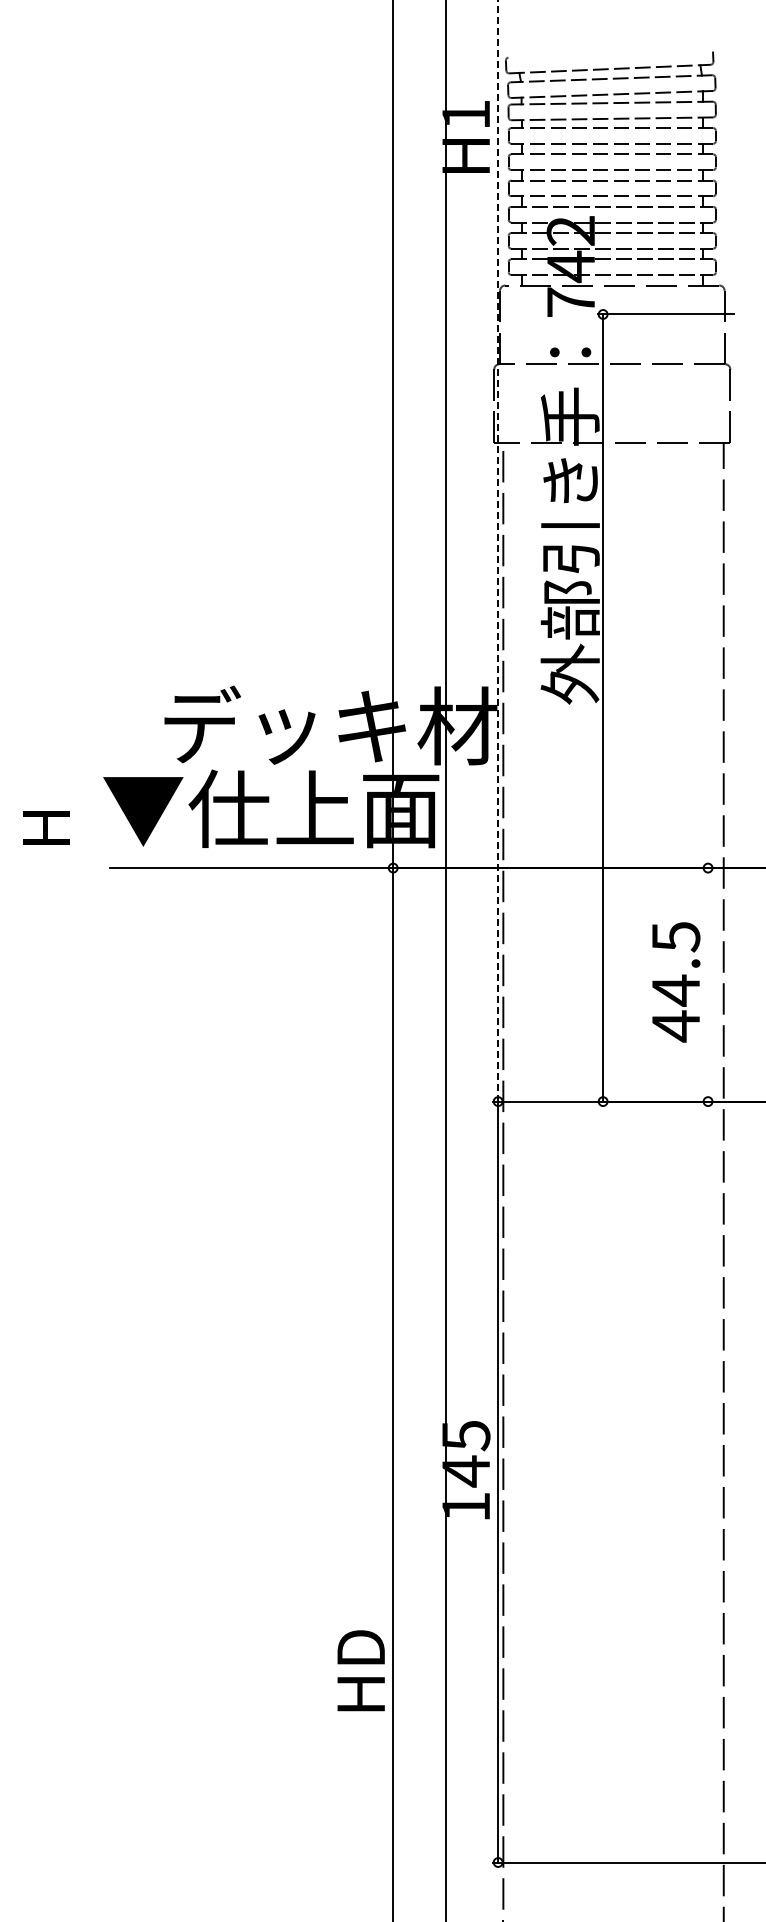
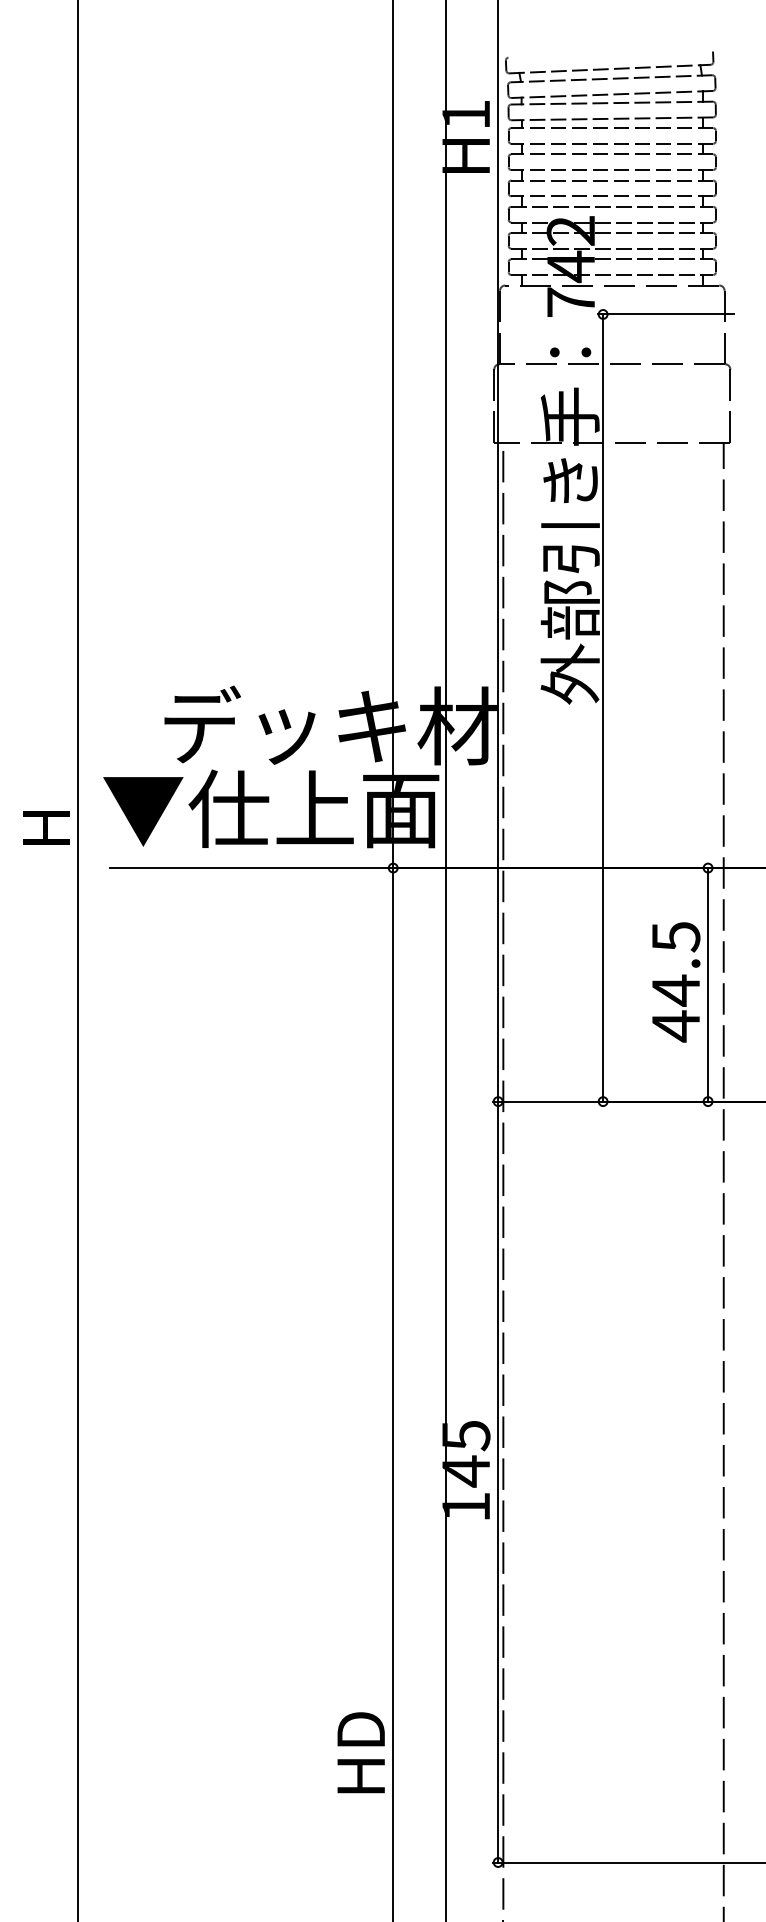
line at (498, 550): dashed -> solid
line at (78, 960): none -> present
line at (708, 984): none -> present
text at (360, 1670) position: (360, 1670) -> (360, 1752)
